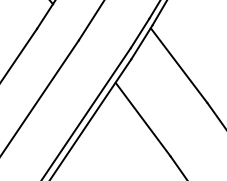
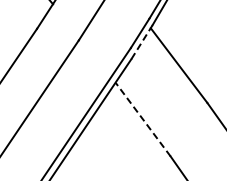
line at (141, 42): solid -> dashed
line at (143, 119): solid -> dashed
